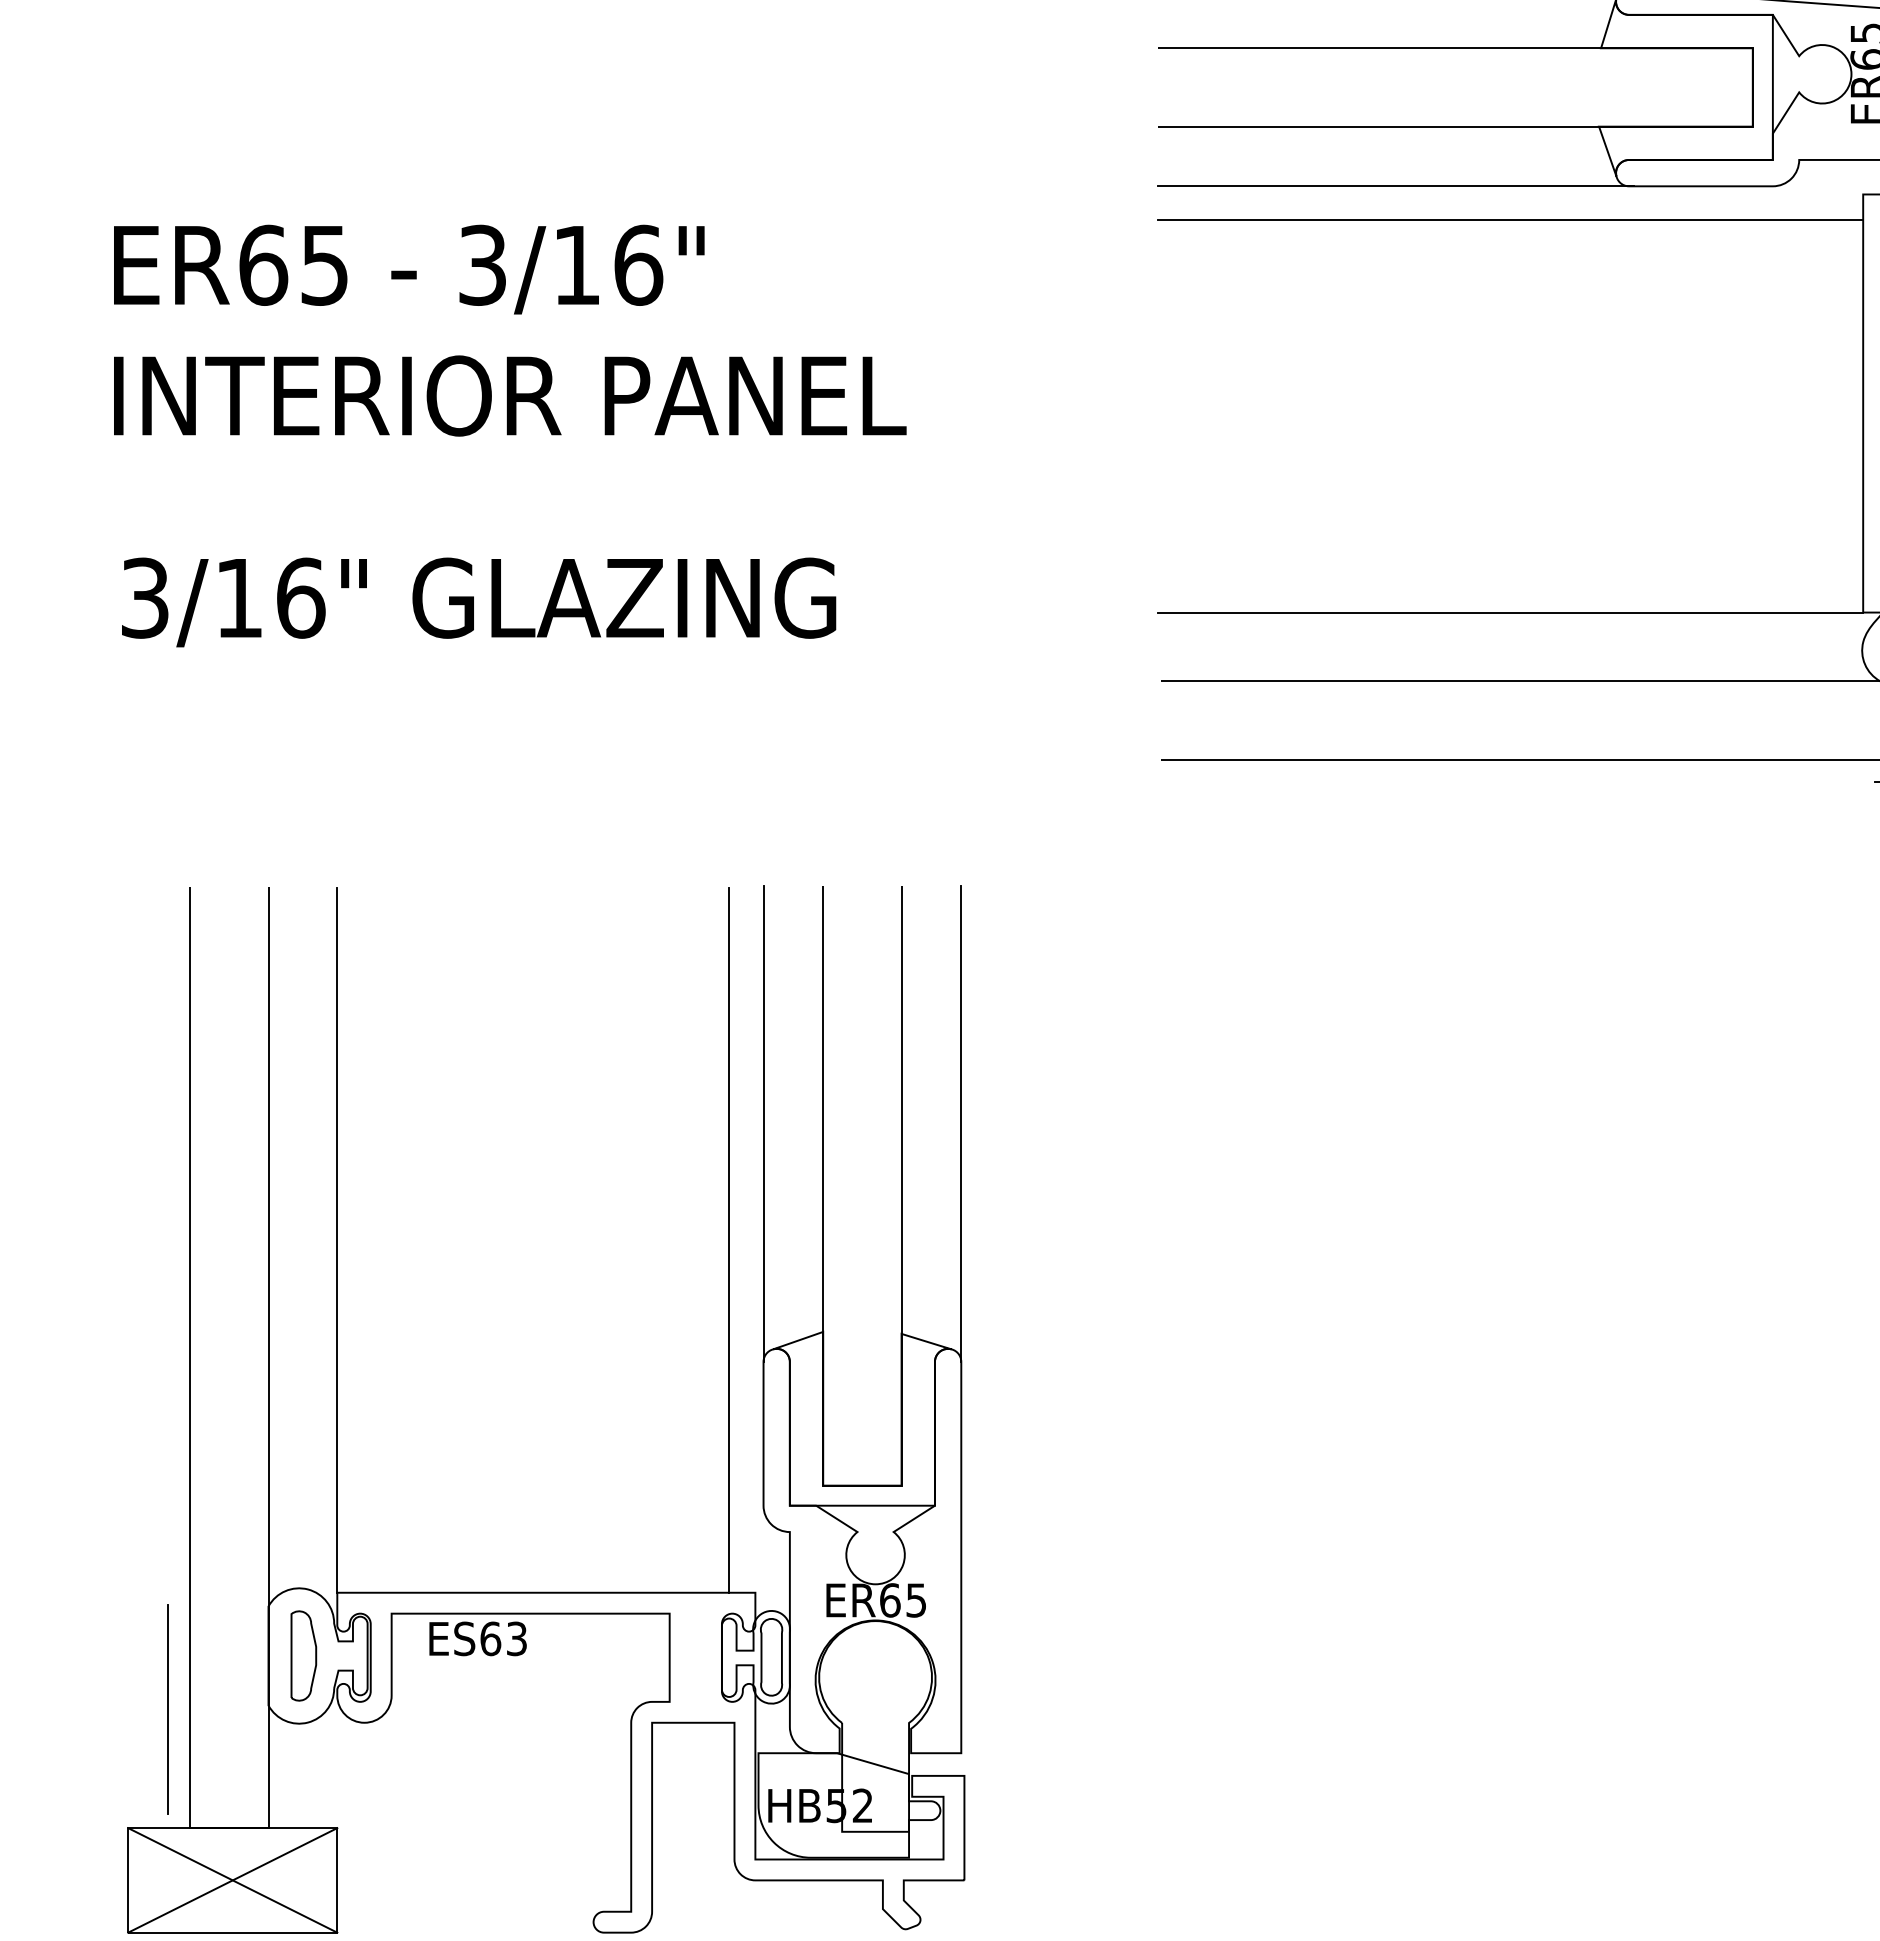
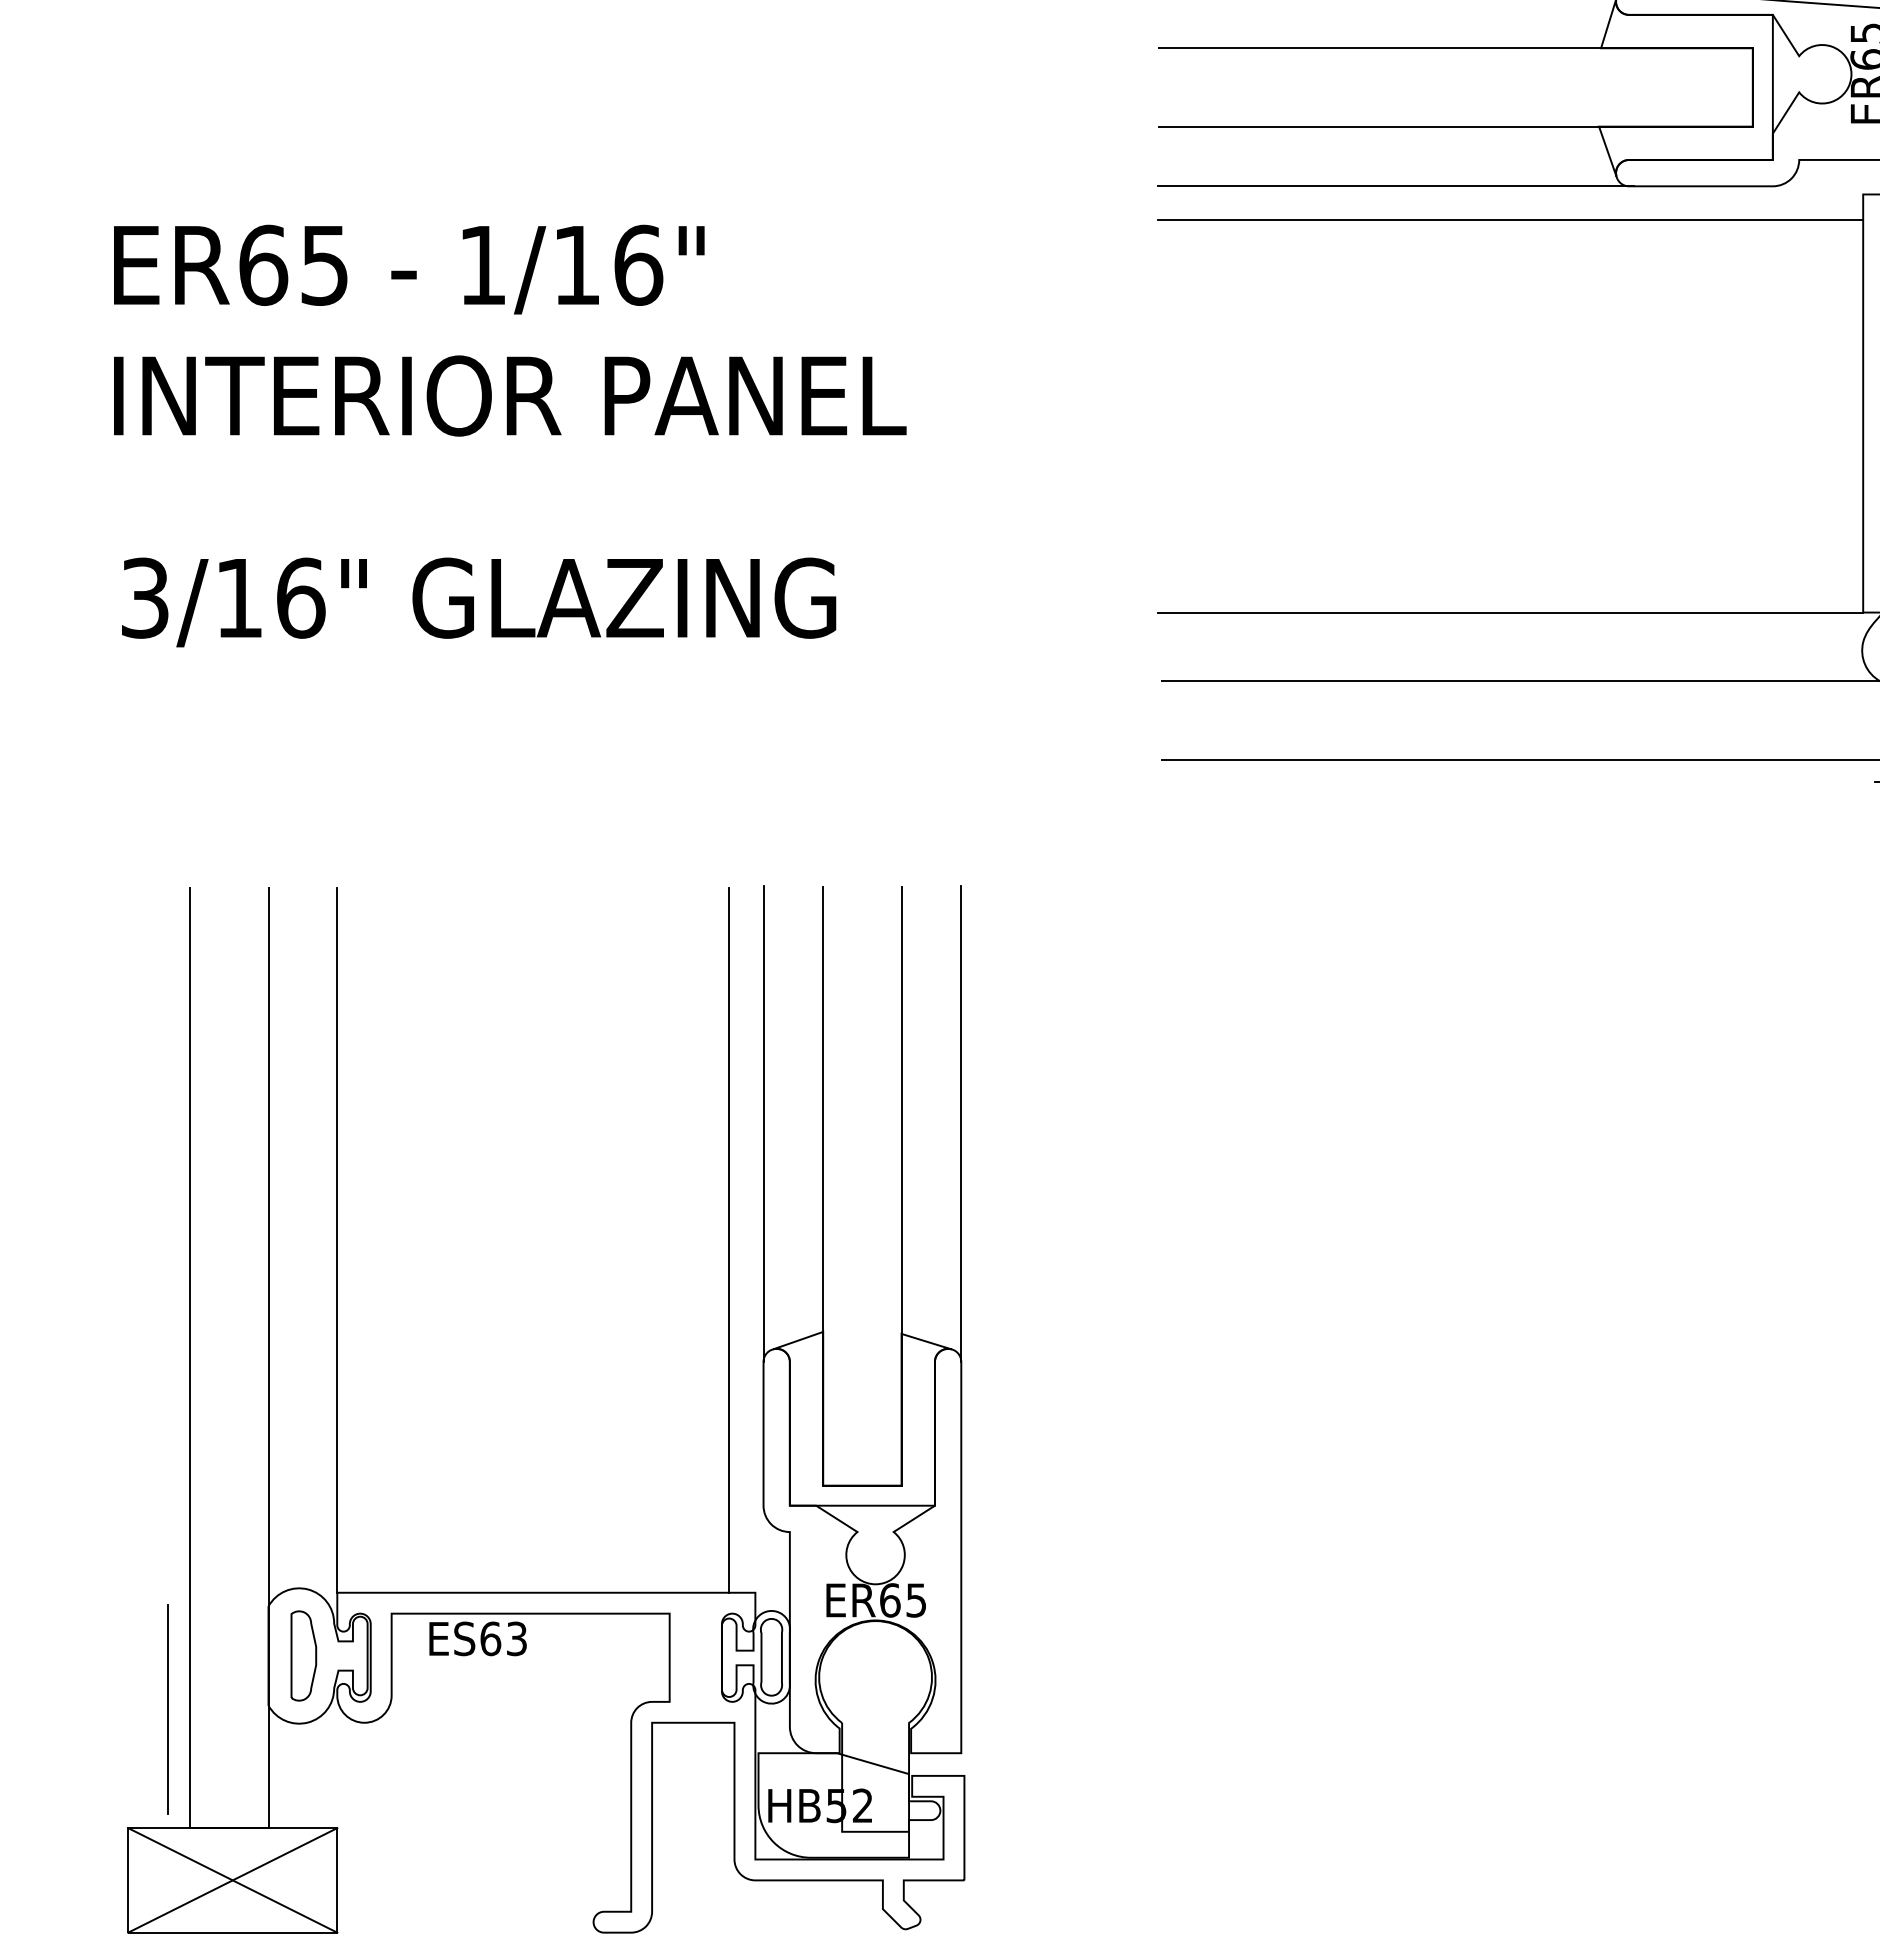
text at (482, 264): 3/16" -> 1/16"
